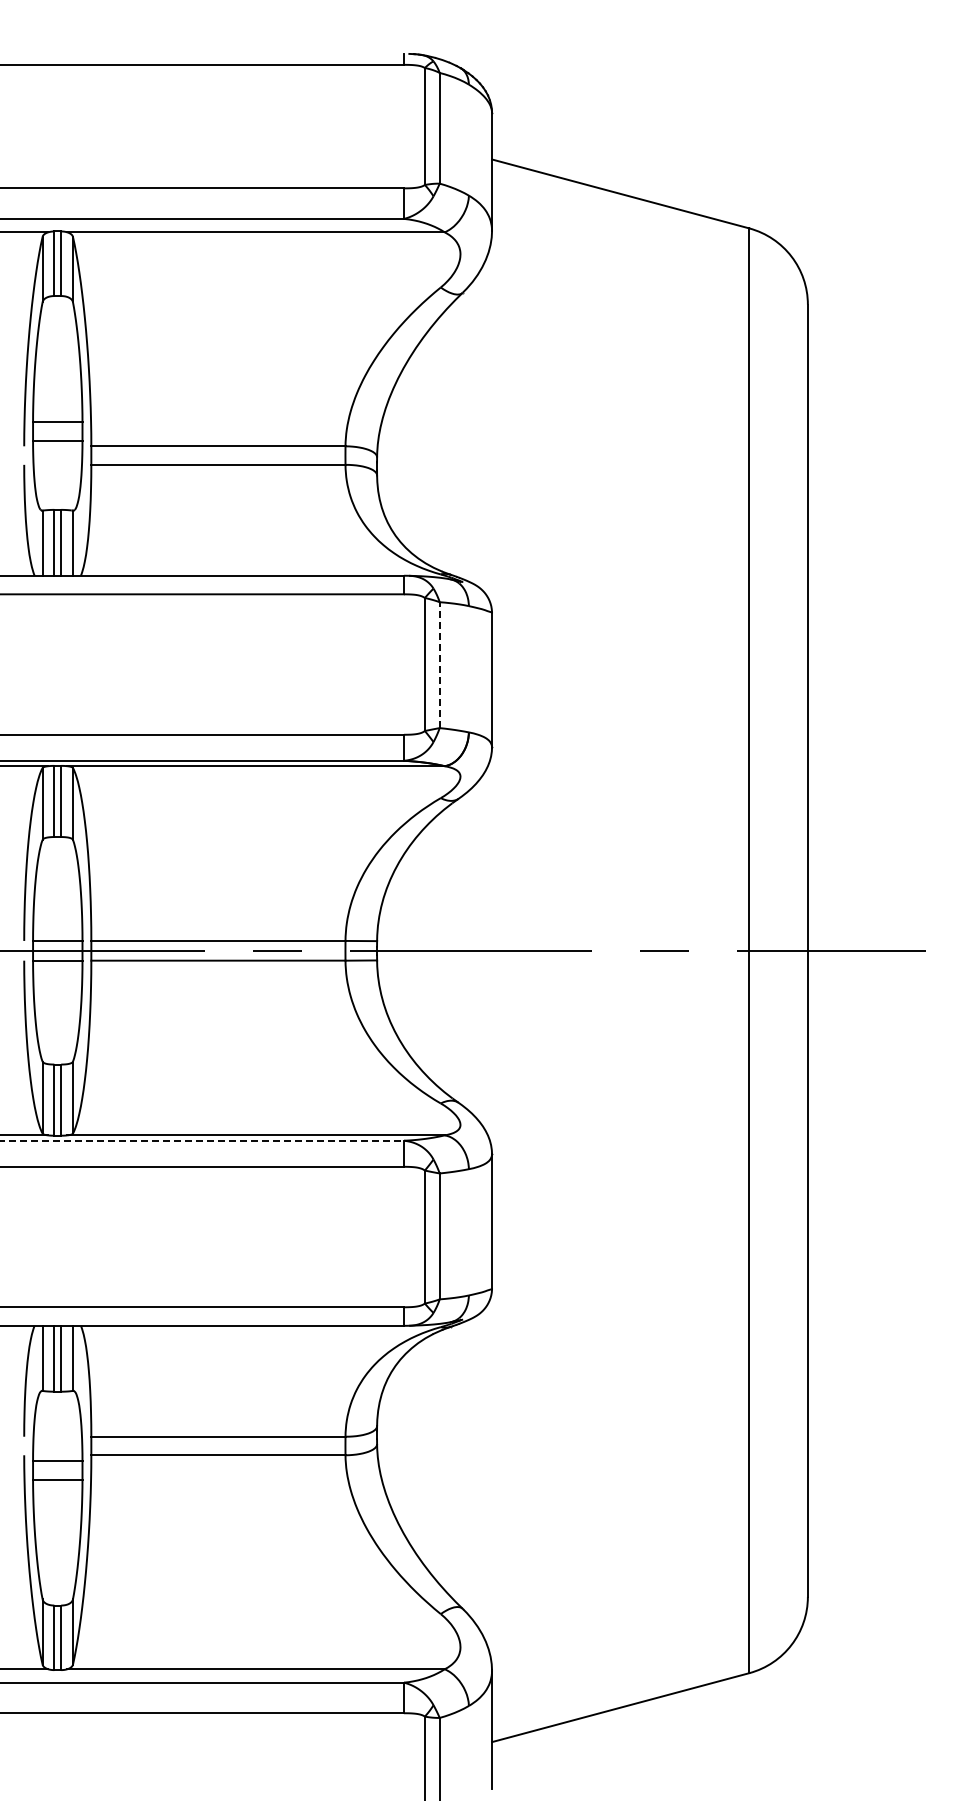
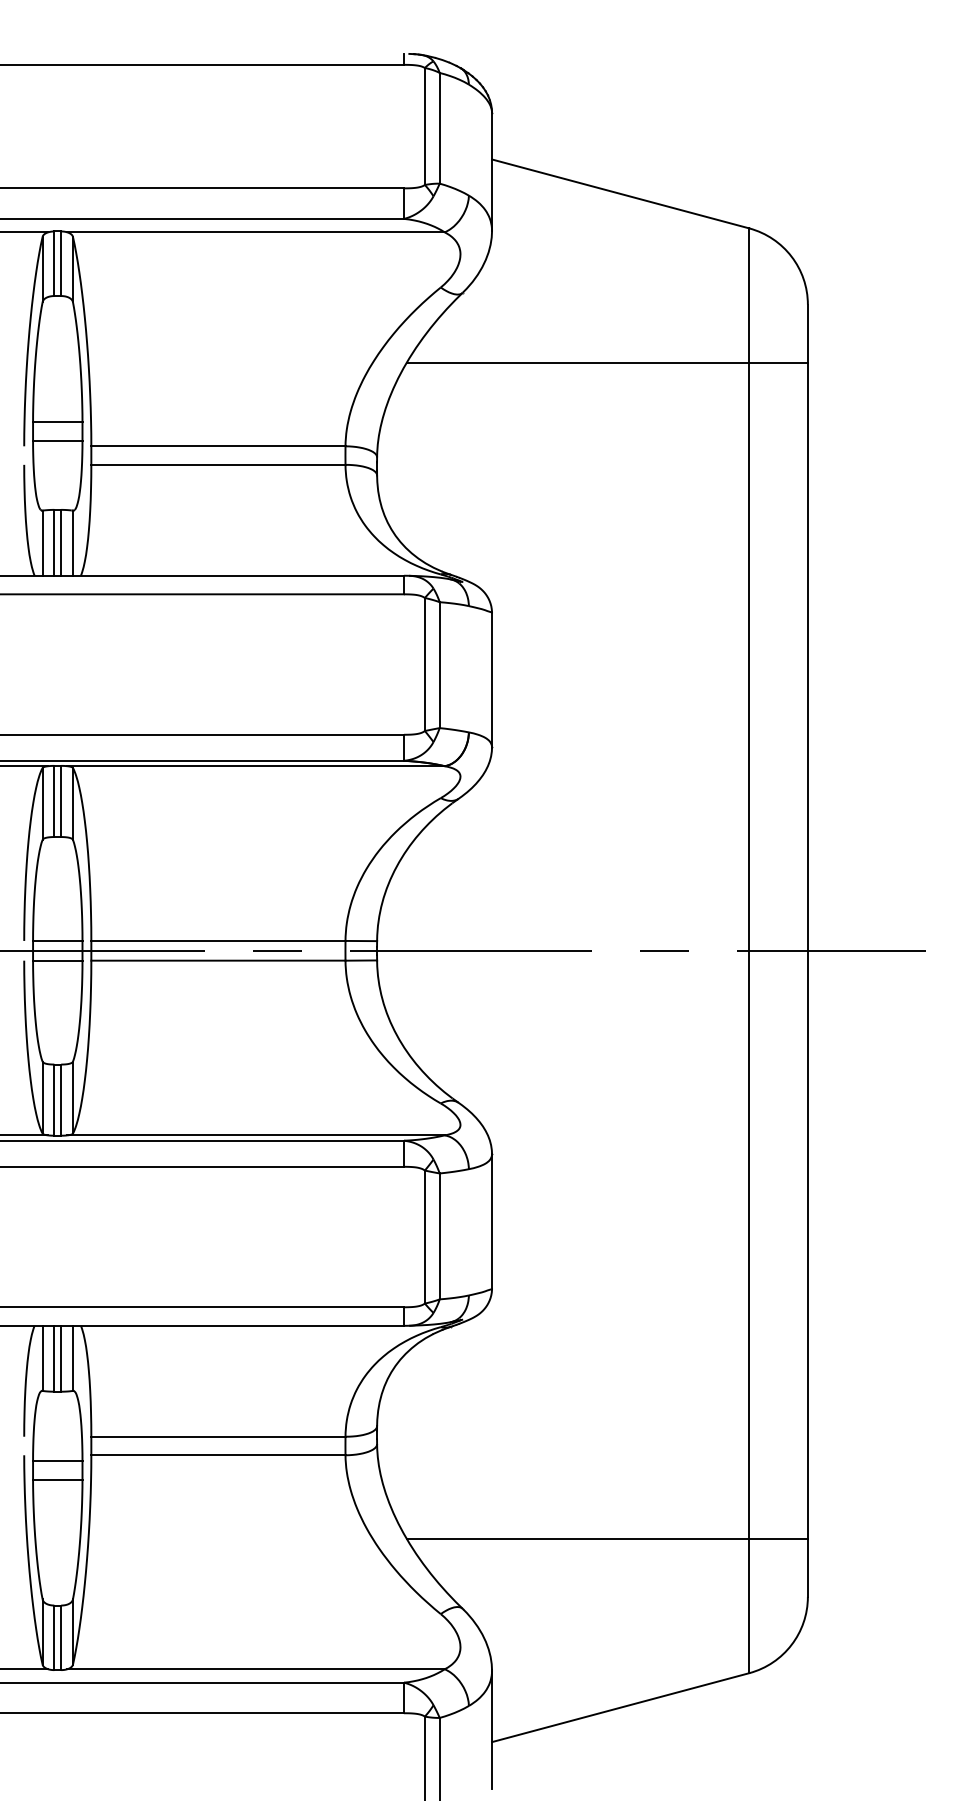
line at (606, 362): none -> present
line at (439, 665): dashed -> solid
line at (202, 1140): dashed -> solid
line at (606, 1539): none -> present
